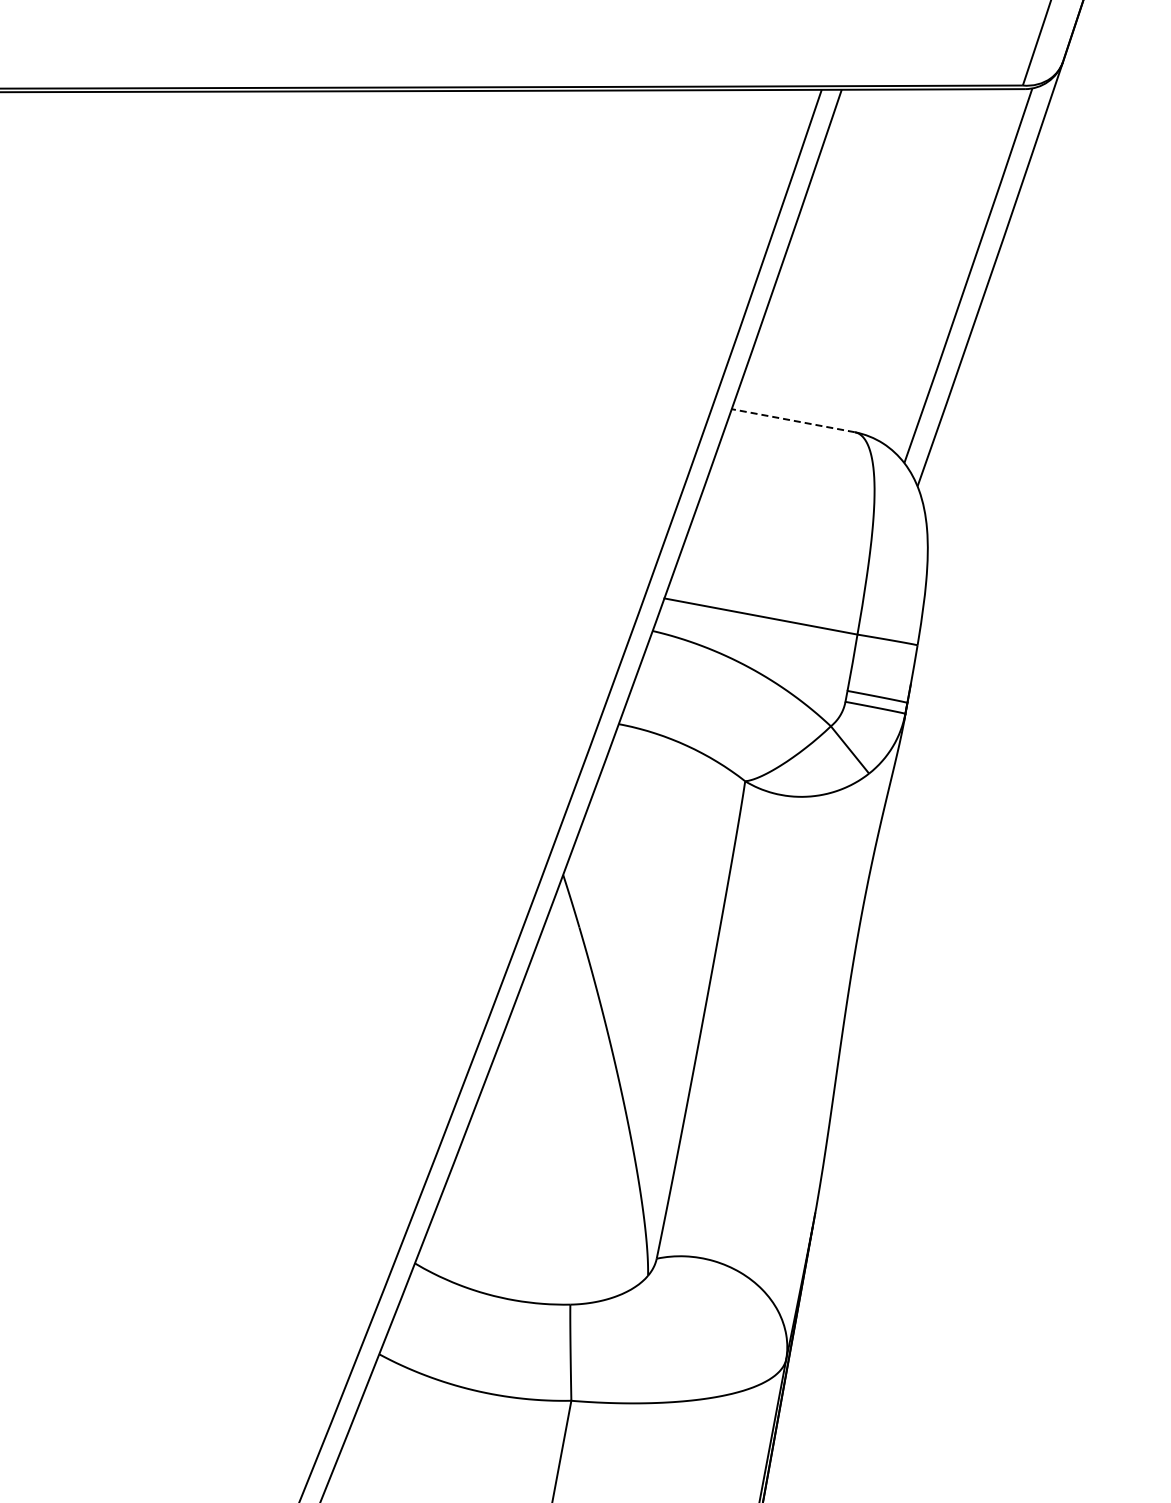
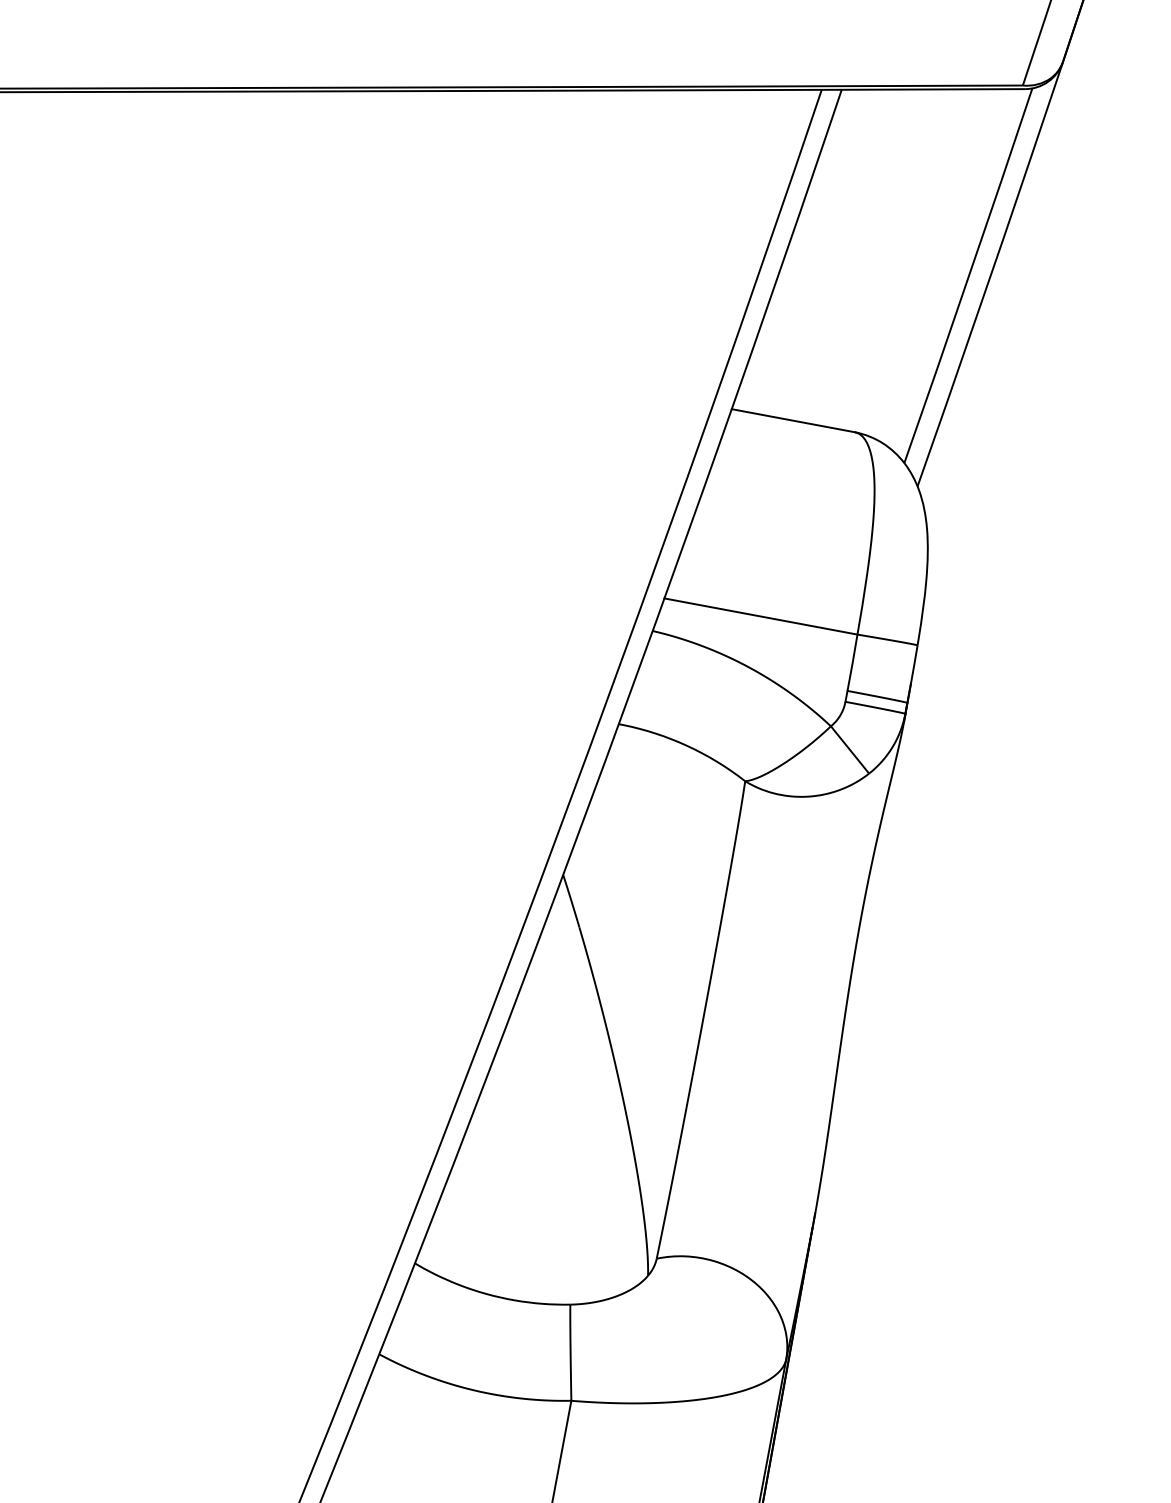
line at (793, 420): dashed -> solid
